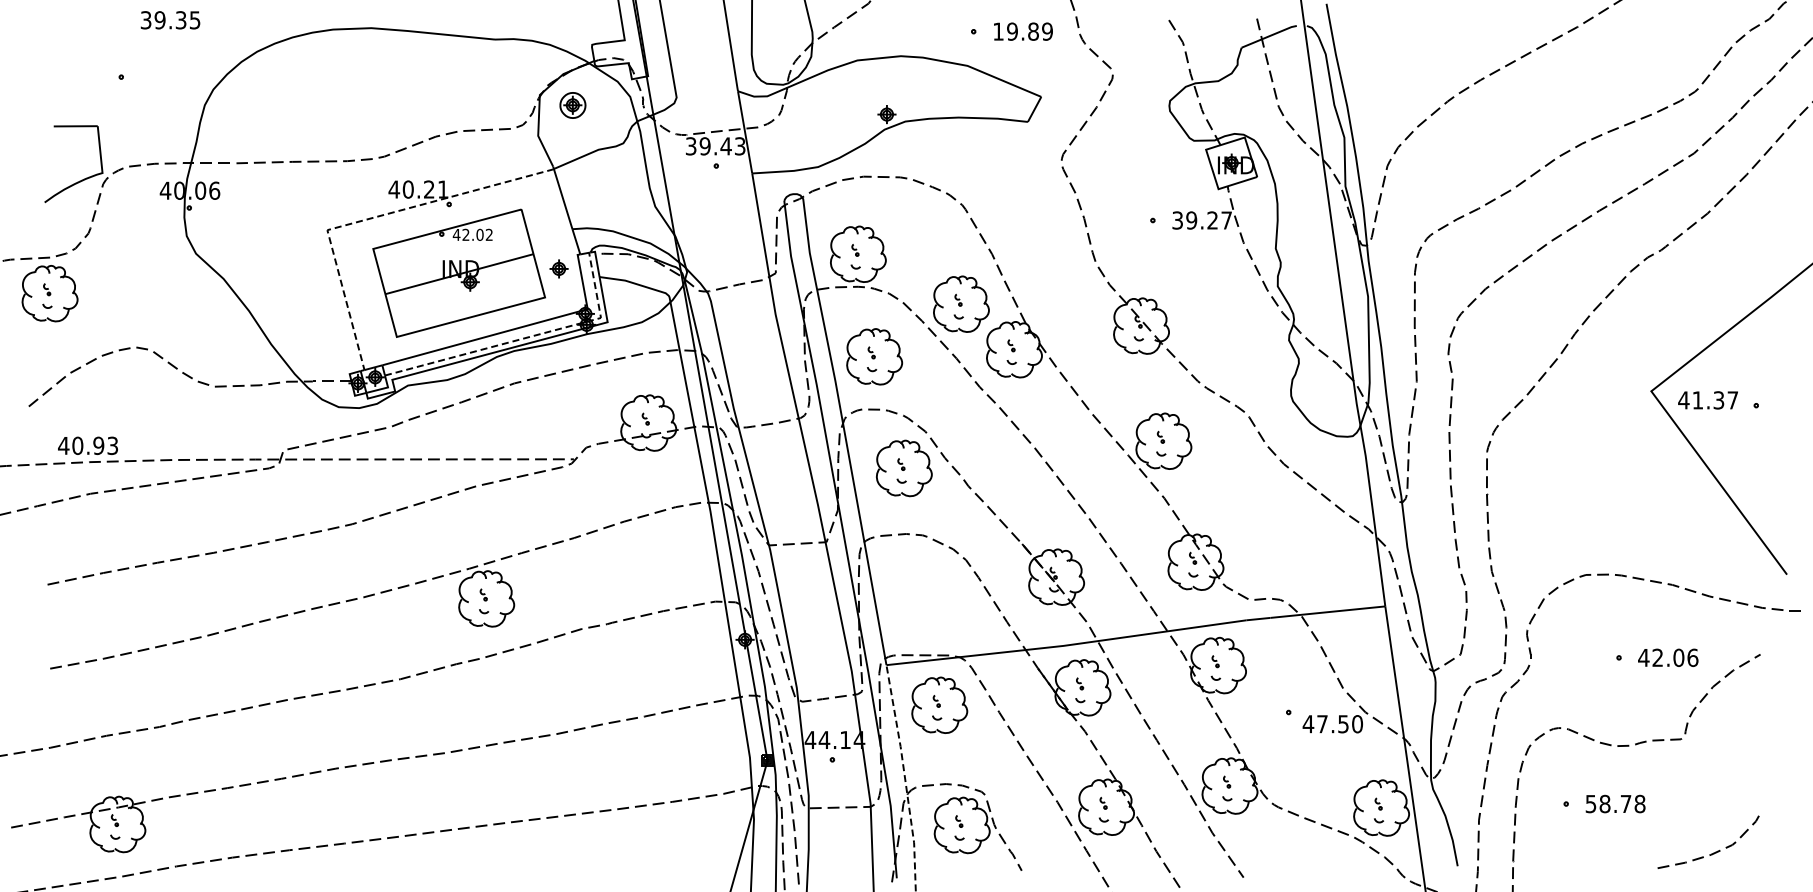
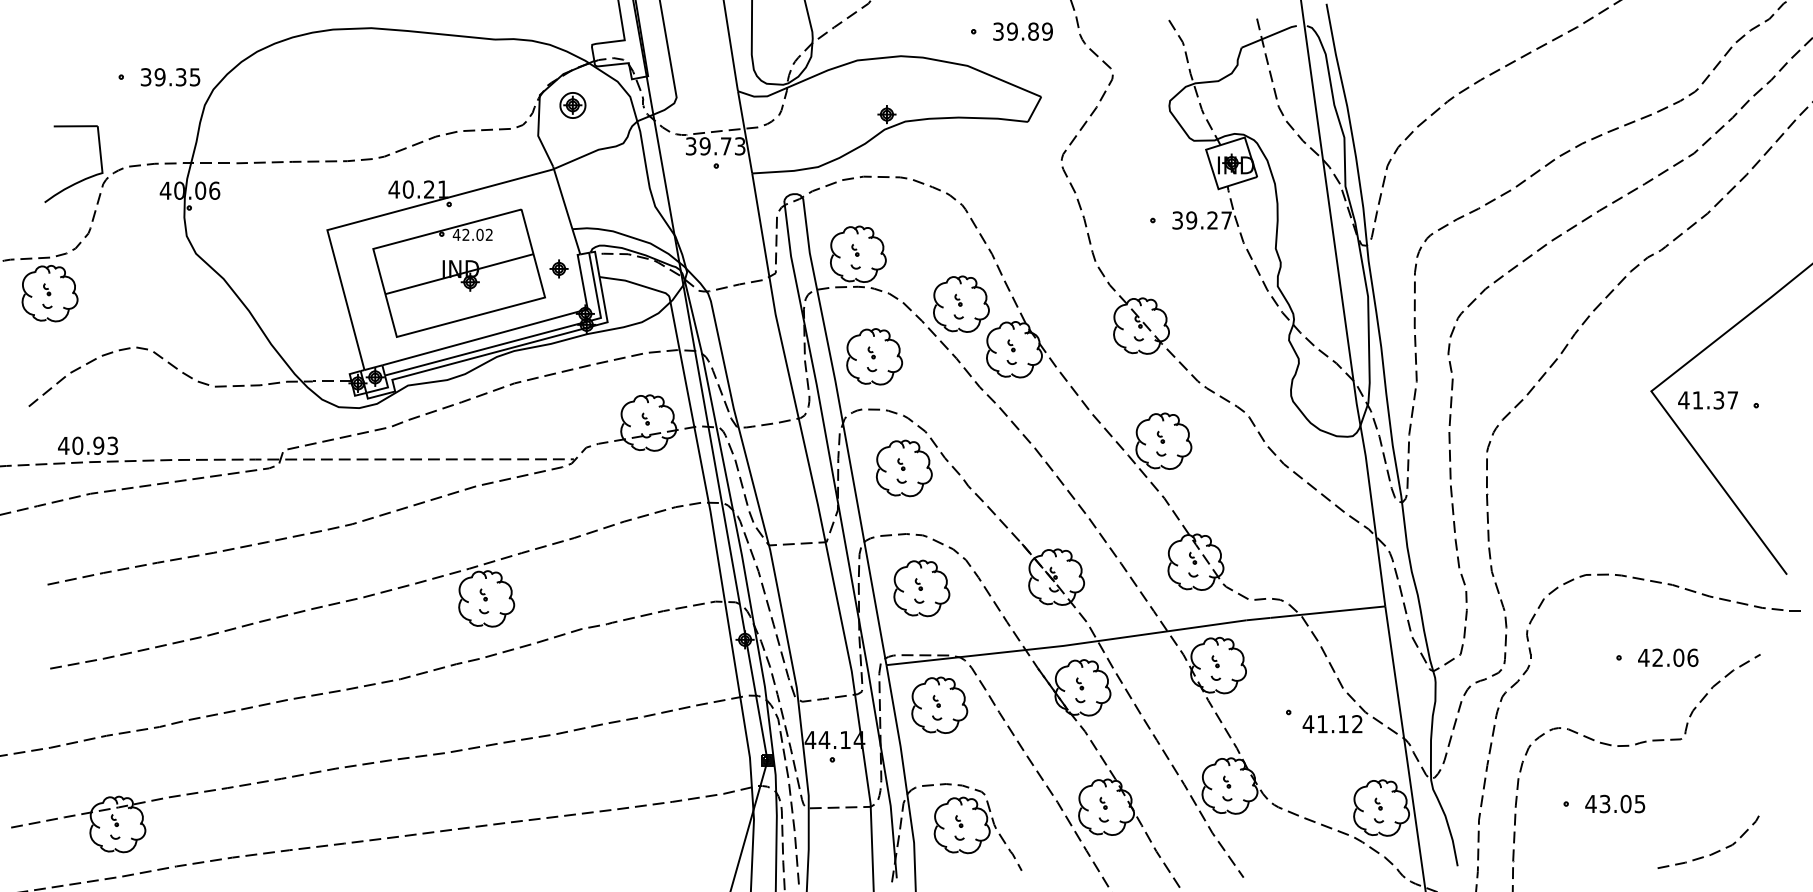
text at (170, 20) position: (170, 20) -> (170, 77)
text at (998, 31): 19.89 -> 39.89
text at (725, 146): 39.43 -> 39.73
line at (370, 218): dashed -> solid
line at (525, 338): dashed -> solid
part at (921, 588): none -> present
text at (1340, 724): 47.50 -> 41.12
line at (905, 778): dashed -> solid
text at (1615, 803): 58.78 -> 43.05
